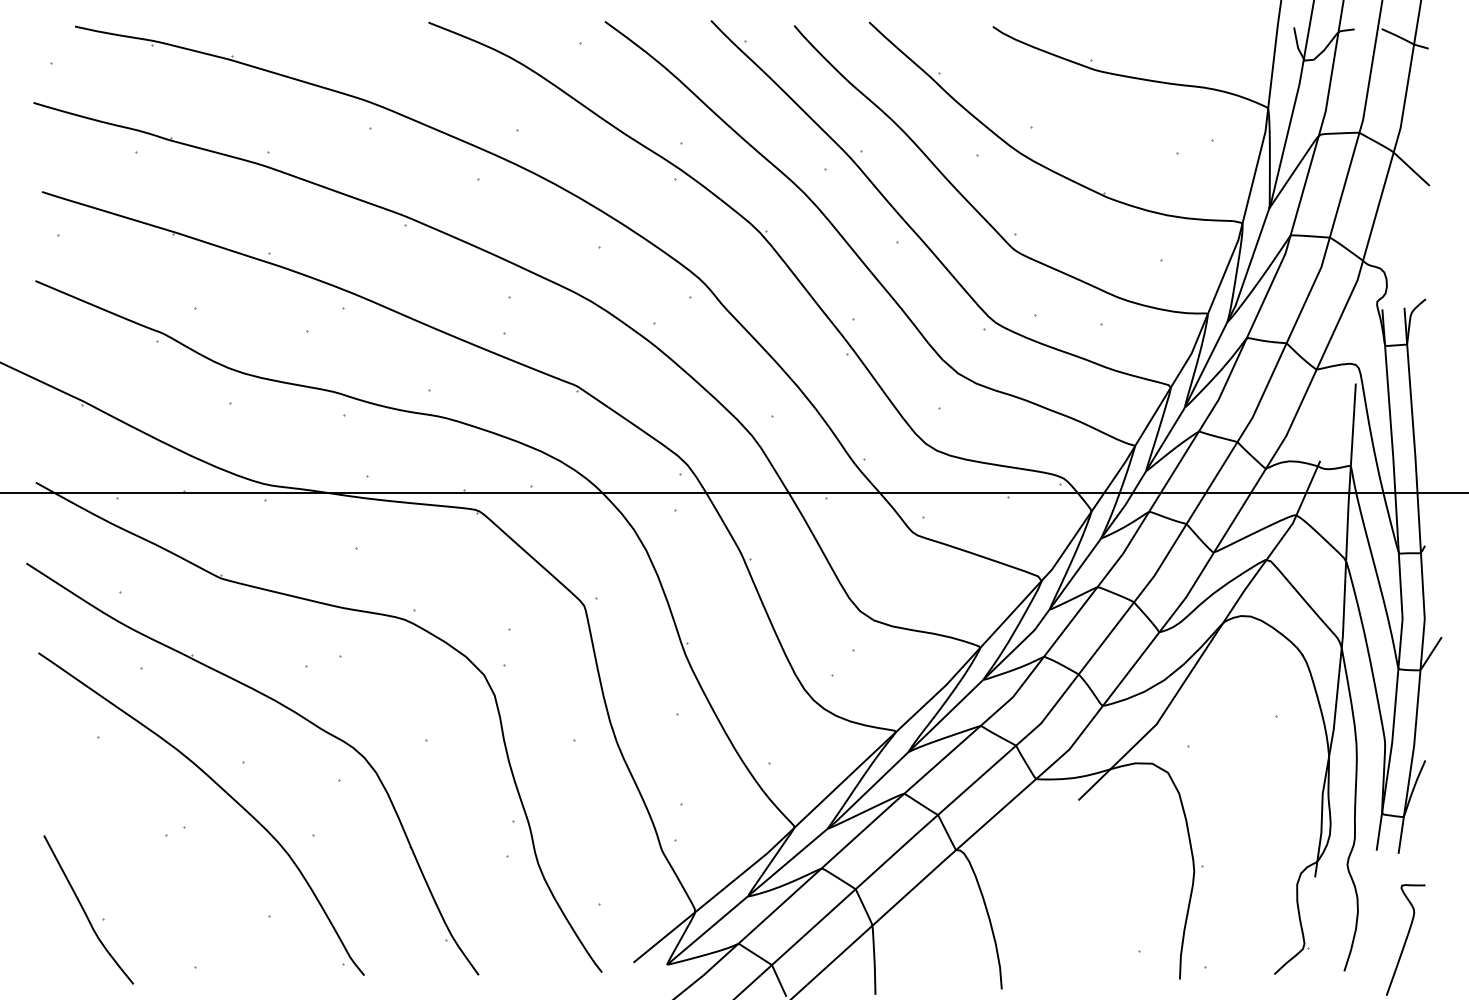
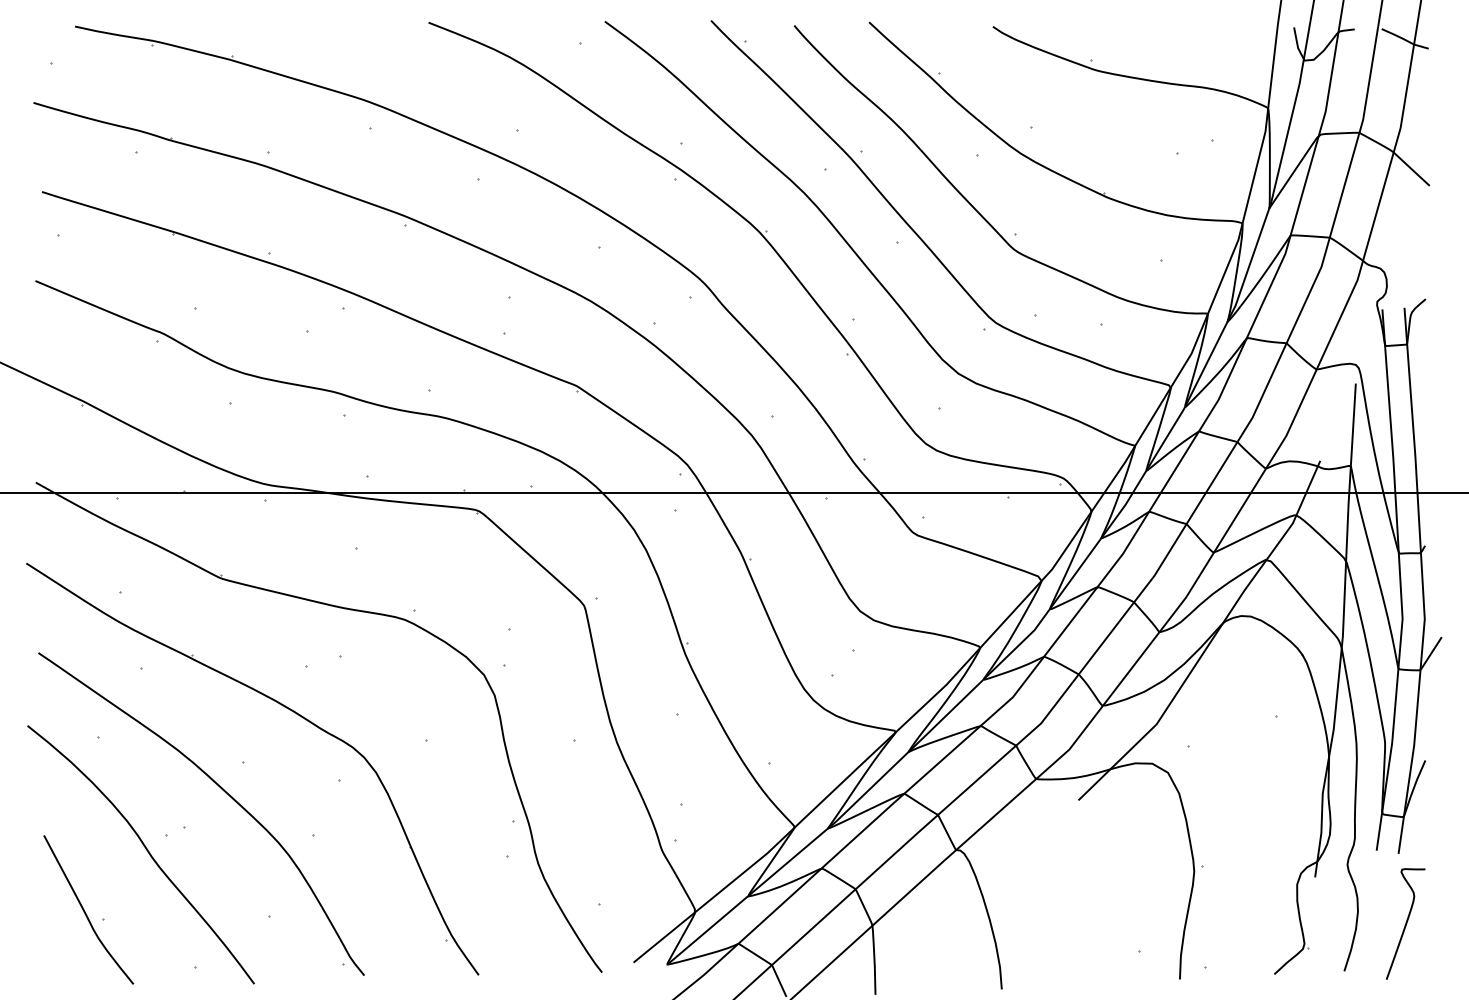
curve at (145, 849): none -> present
curve at (1405, 939) position: (1405, 939) -> (1405, 923)
